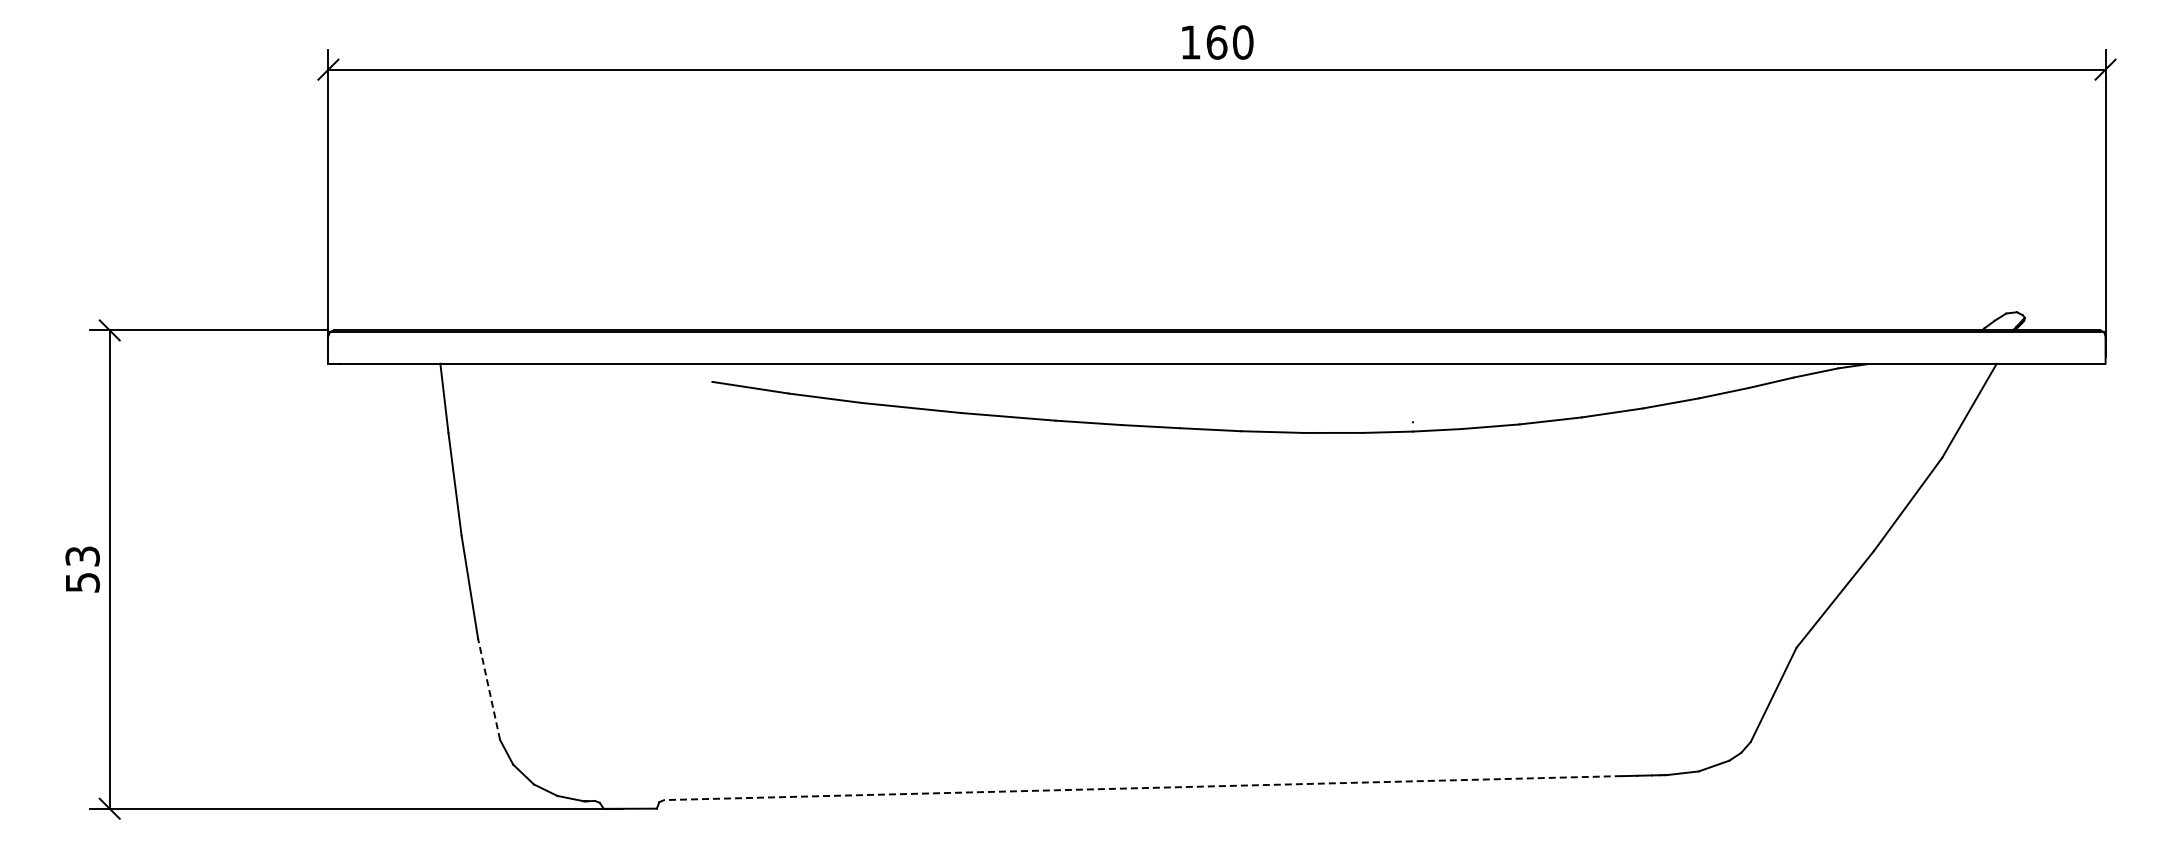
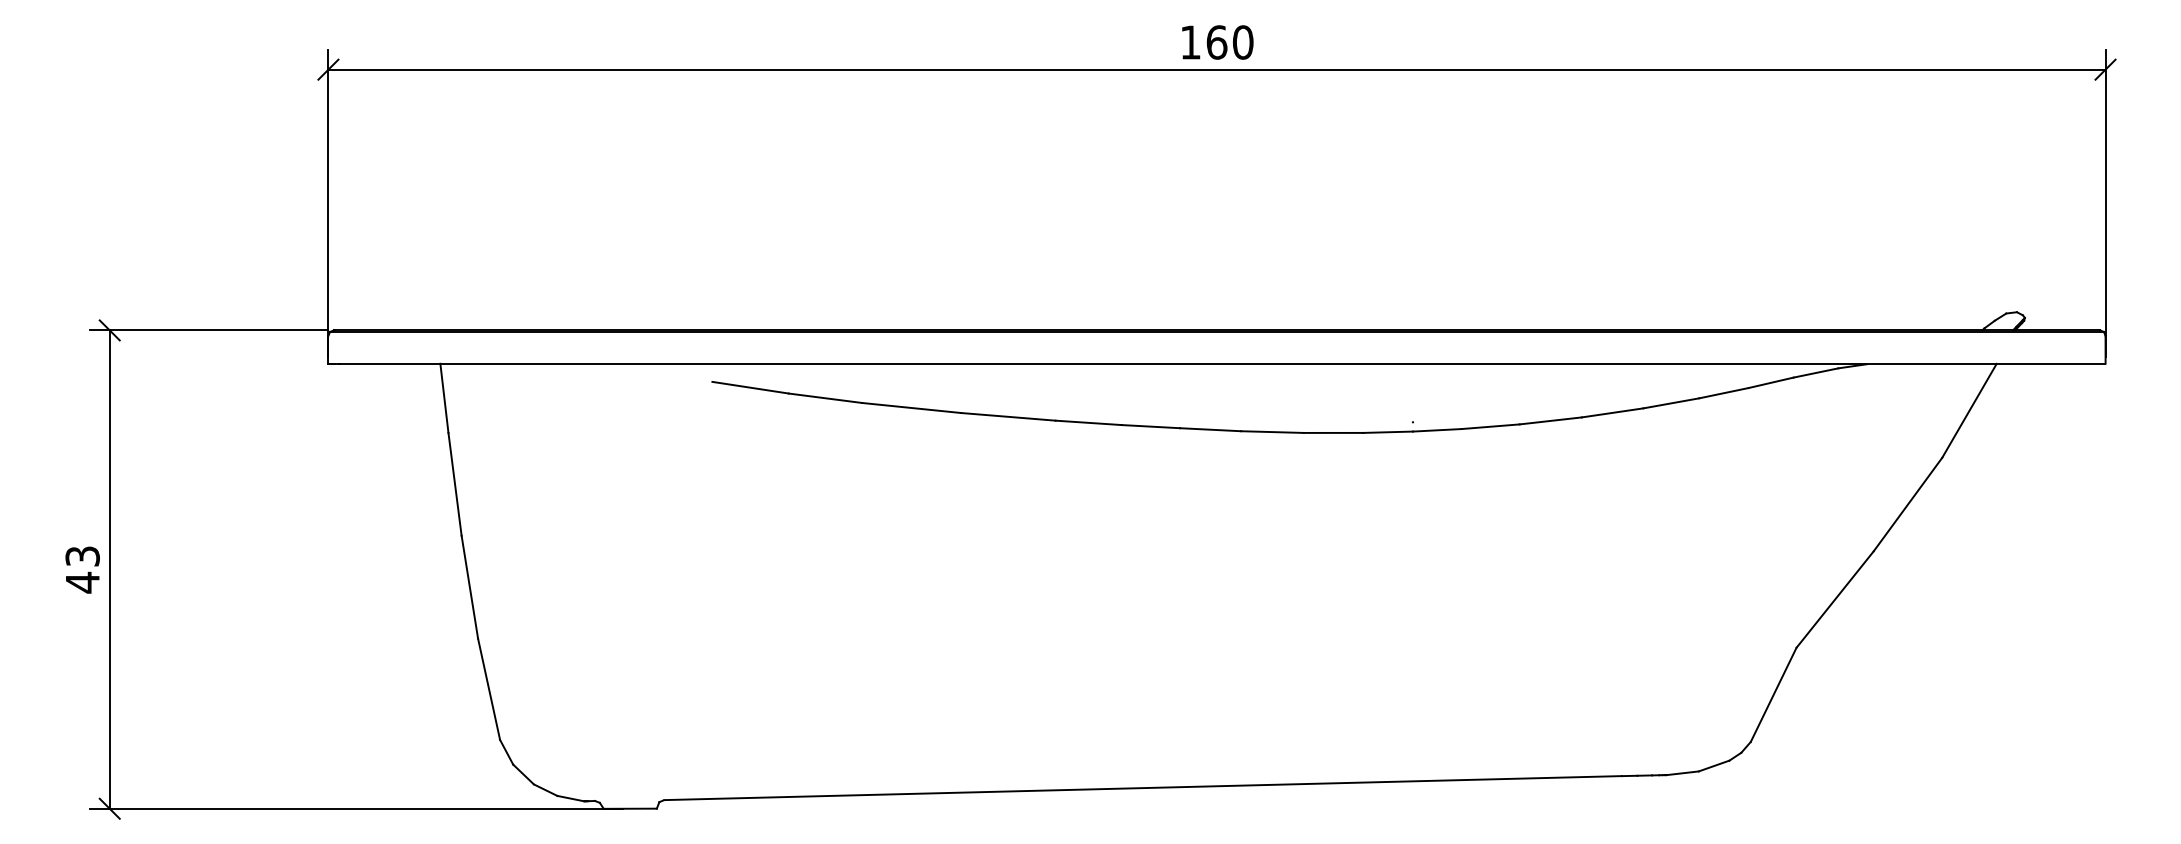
text at (82, 582): 53 -> 43
line at (489, 689): dashed -> solid
line at (1143, 788): dashed -> solid
